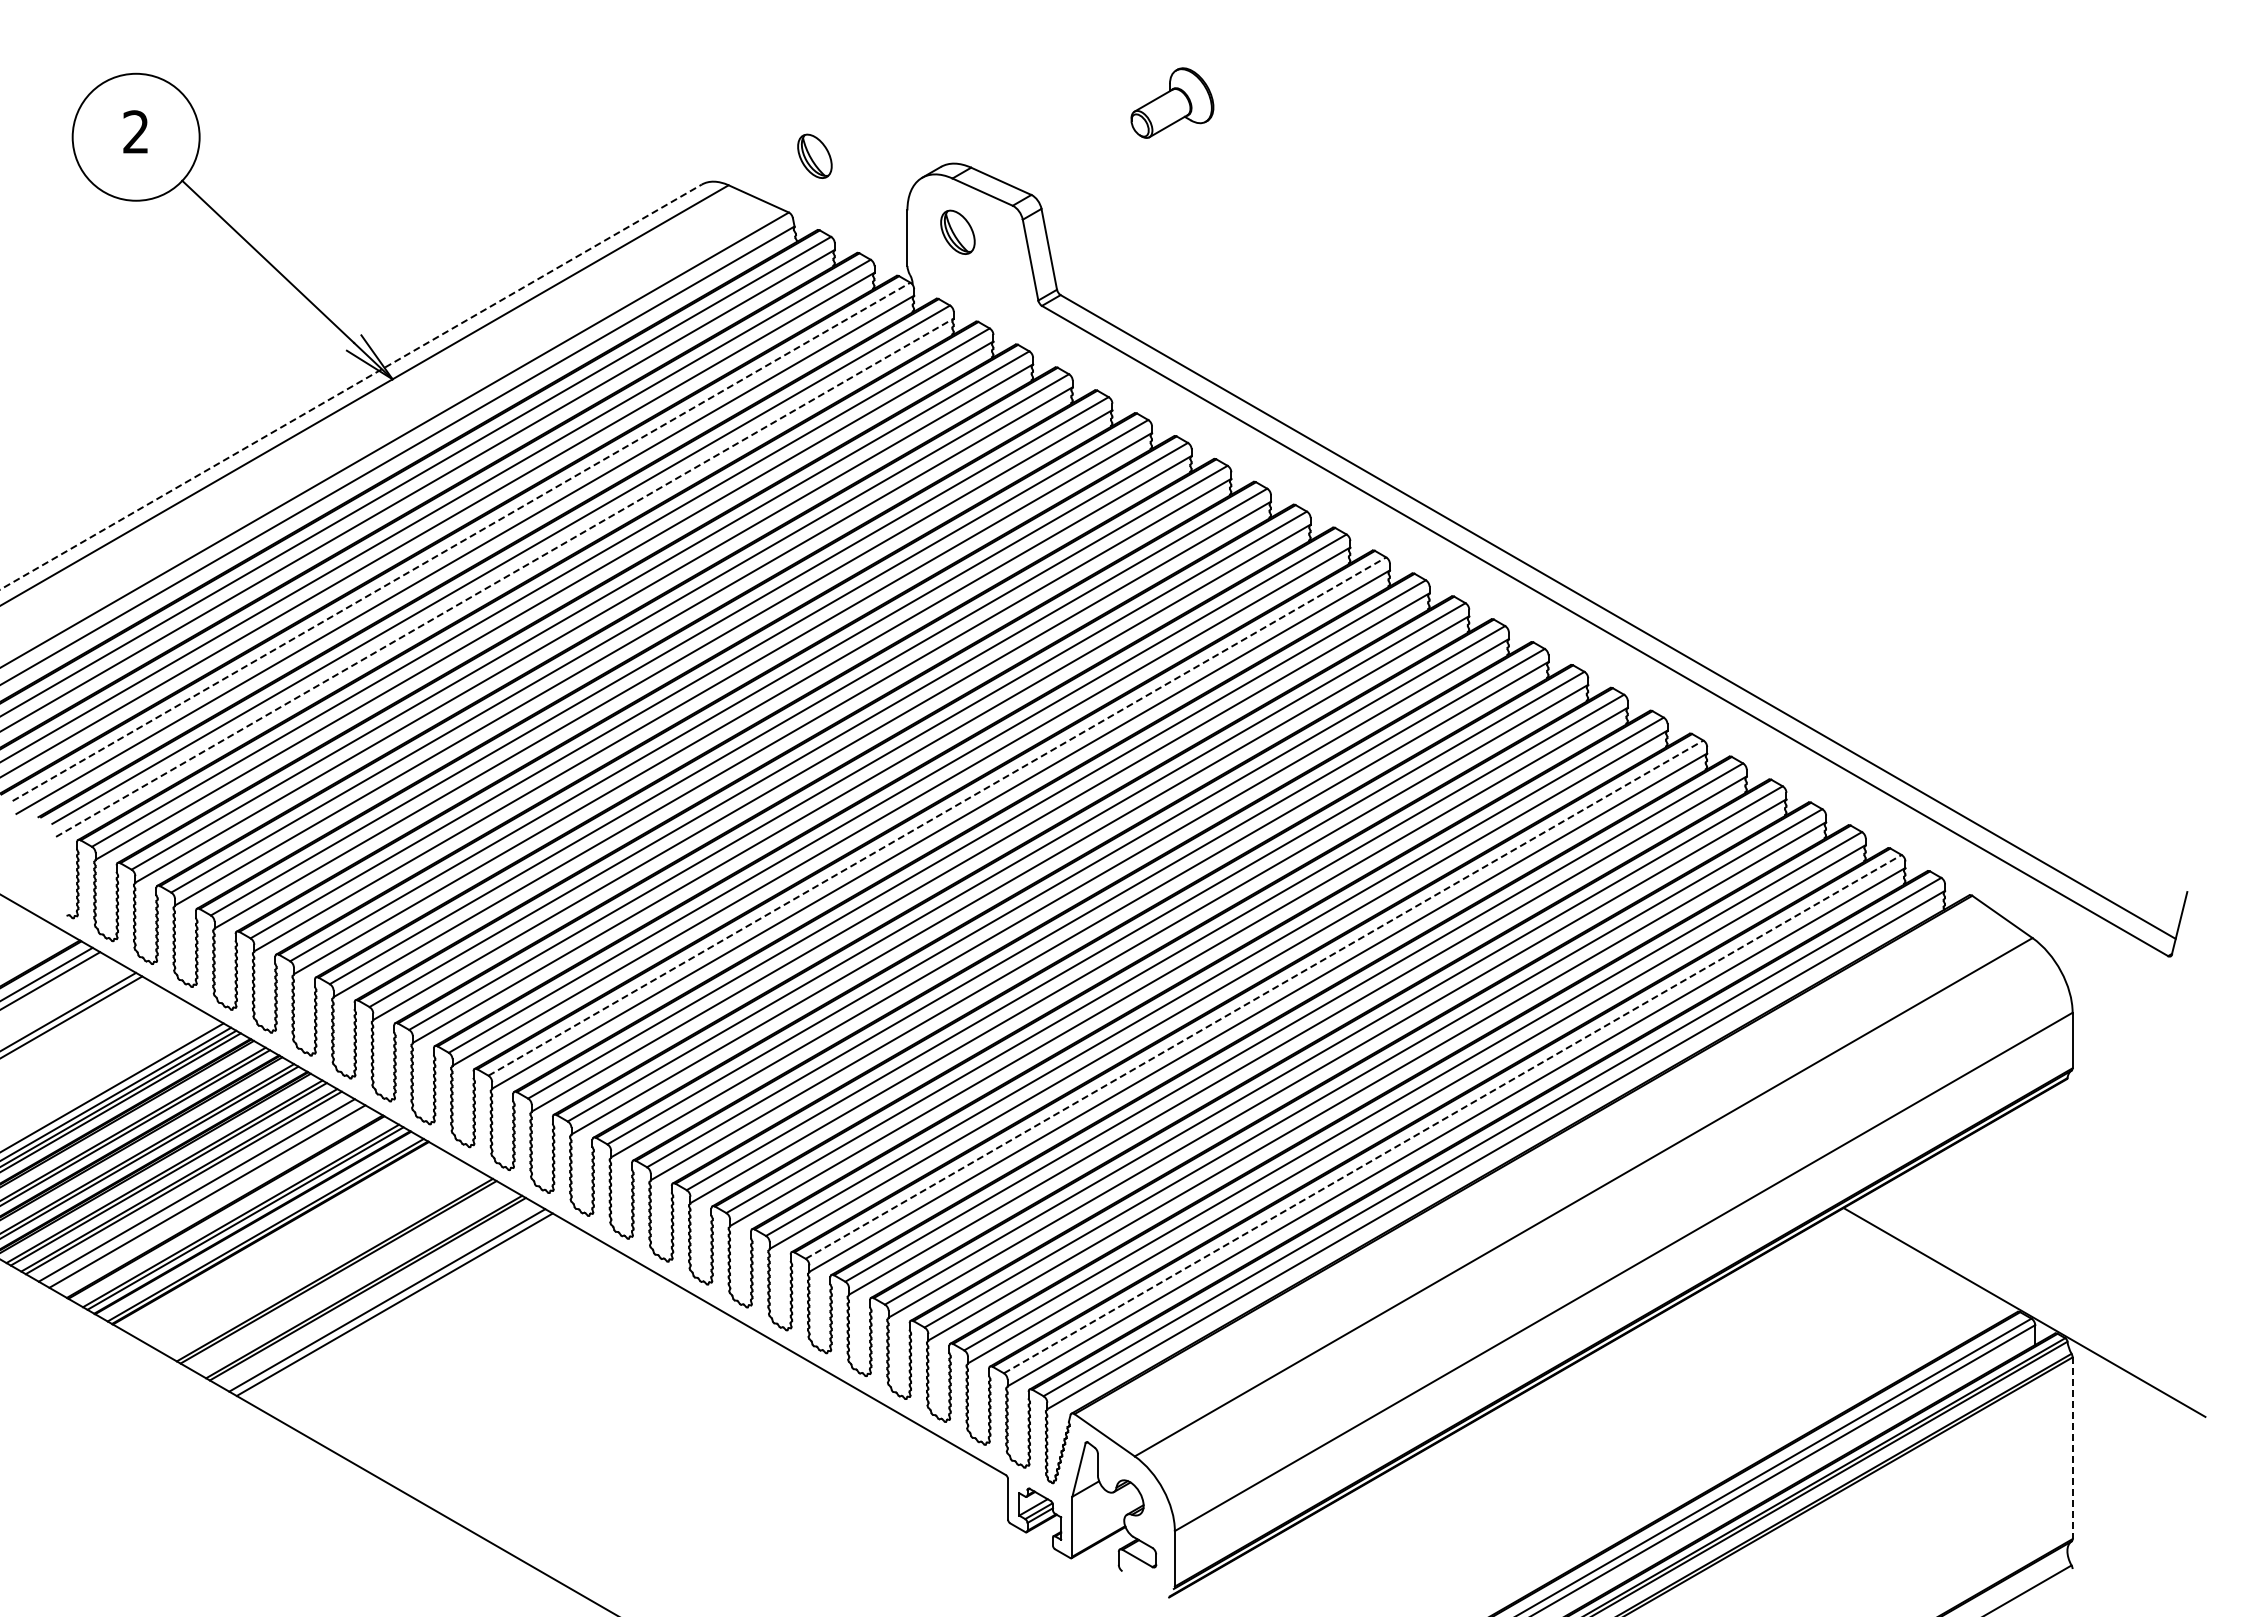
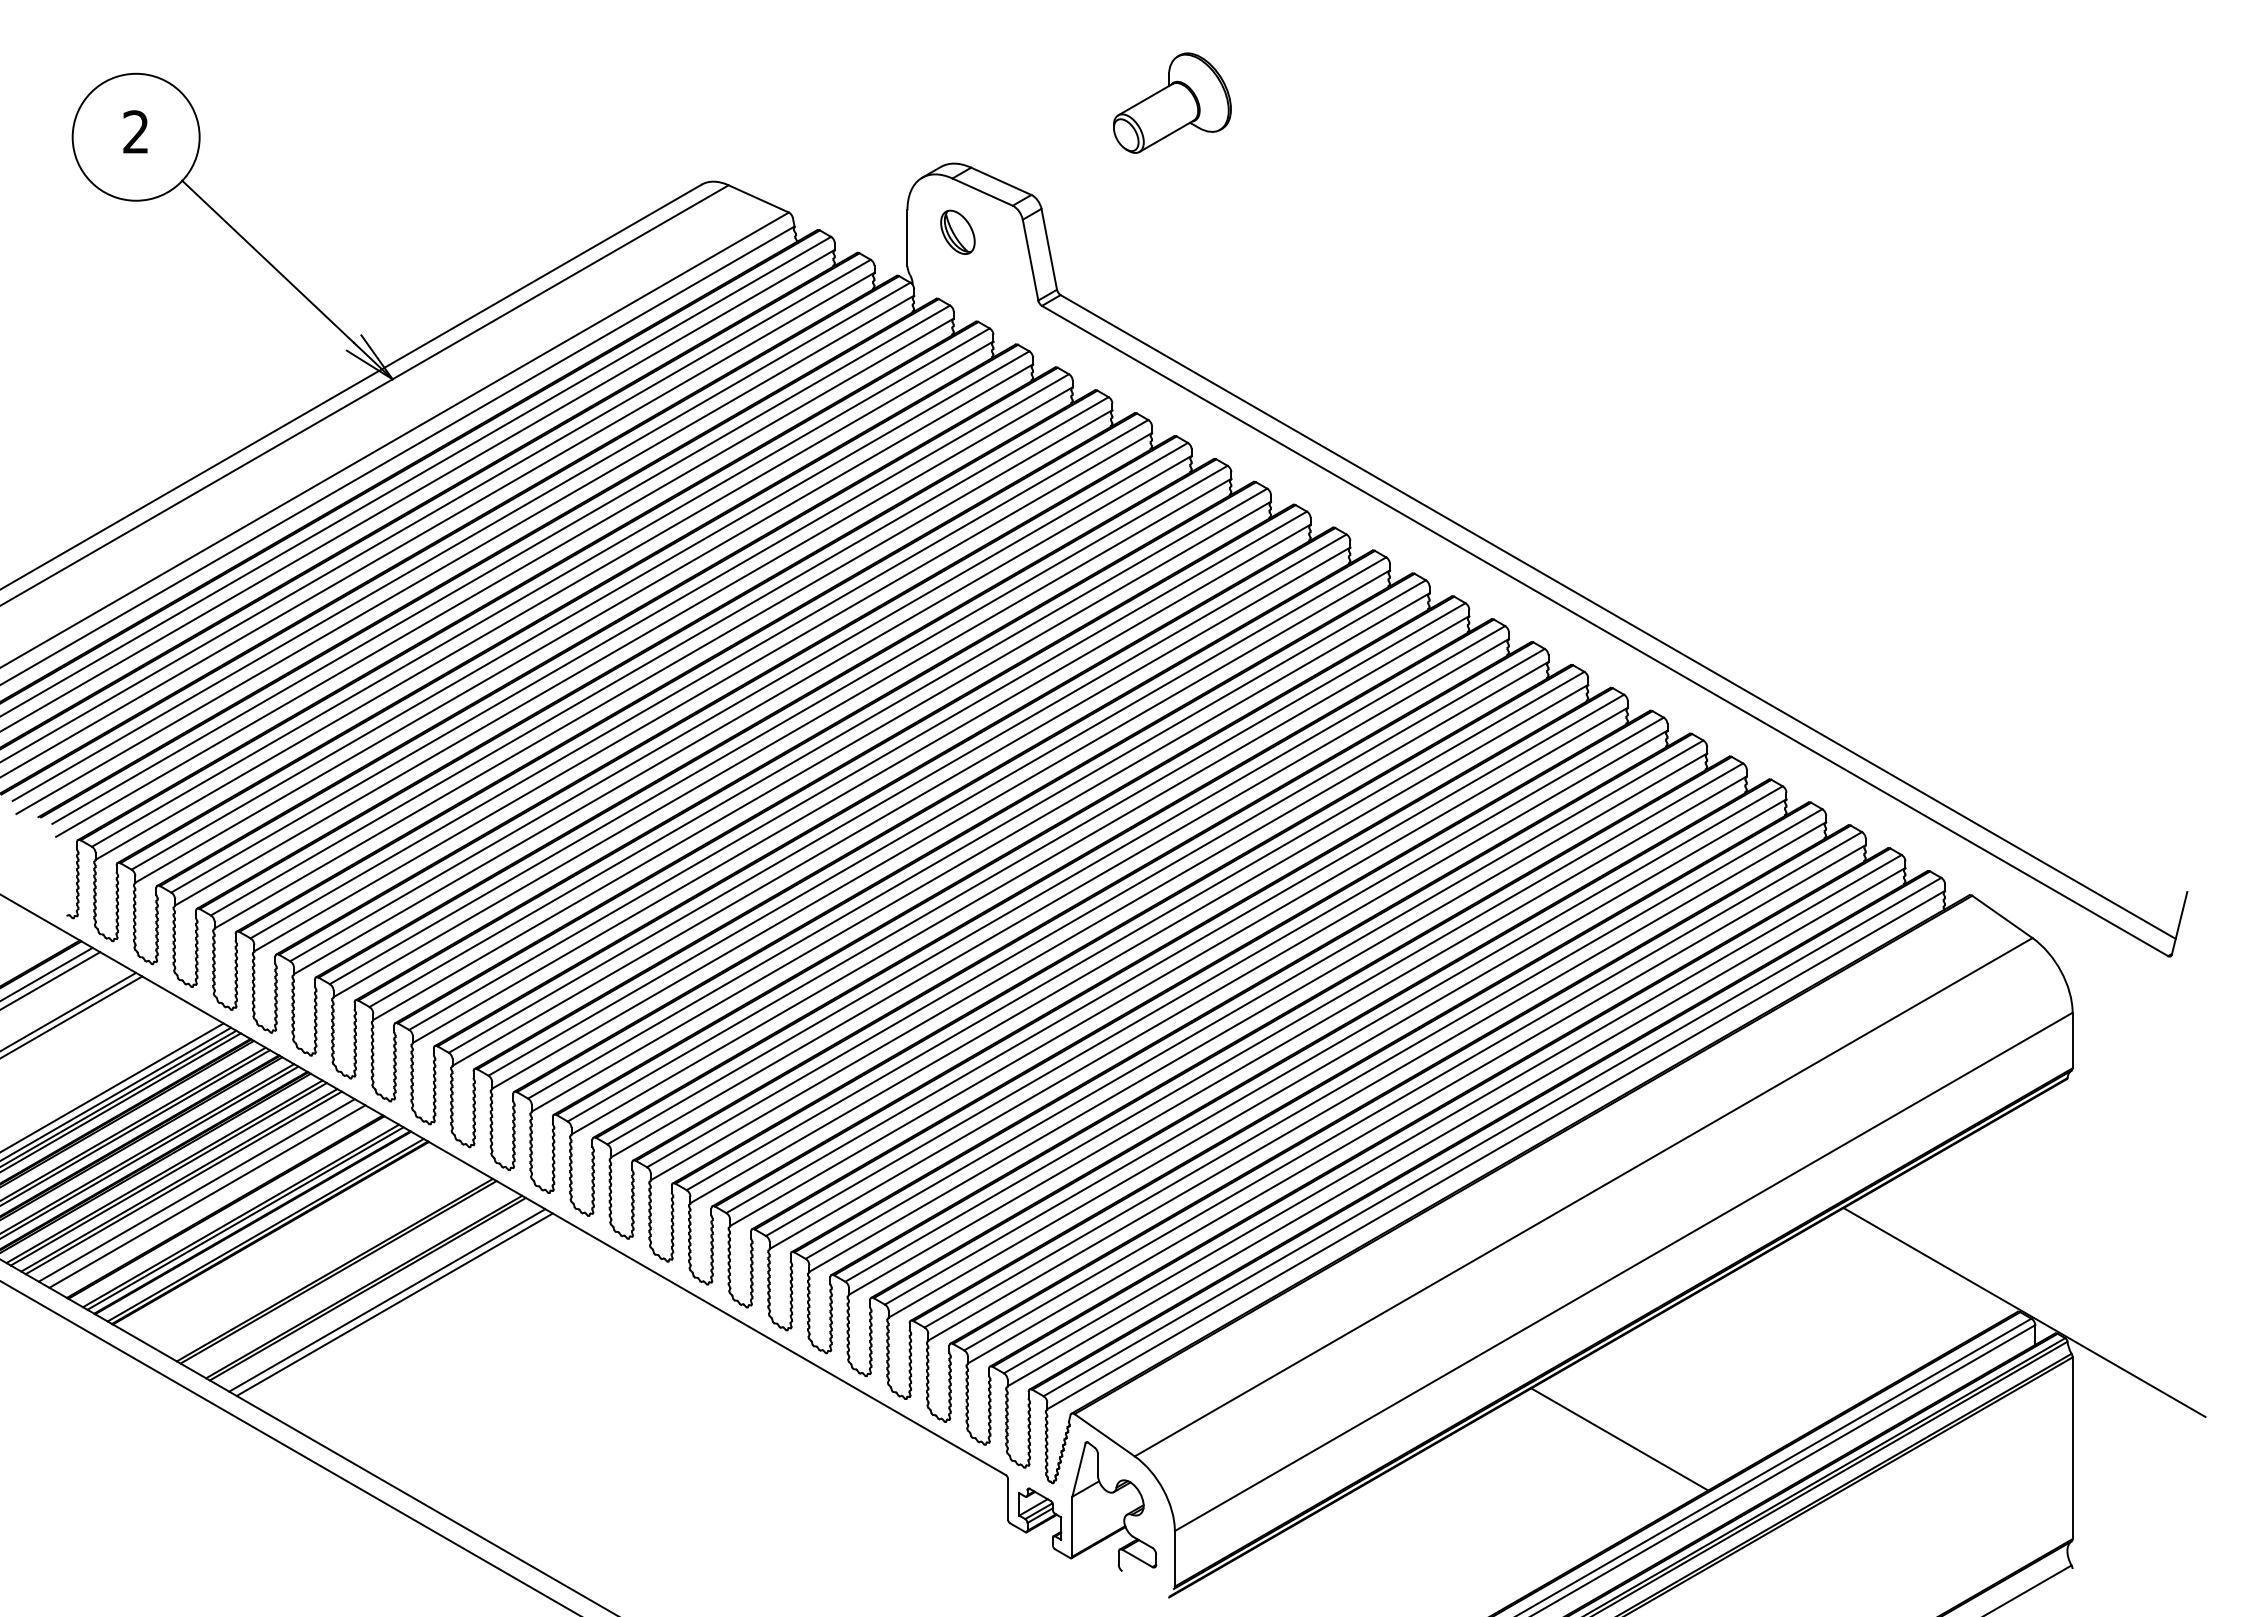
part at (1172, 102) size: 85x72 px -> 119x102 px
part at (814, 155): present -> none
line at (351, 387): dashed -> solid
line at (461, 541): dashed -> solid
line at (505, 577): dashed -> solid
line at (937, 816): dashed -> solid
line at (1255, 999): dashed -> solid
line at (1453, 1113): dashed -> solid
line at (1619, 1439): none -> present
line at (289, 1447): none -> present
line at (2072, 1448): dashed -> solid
